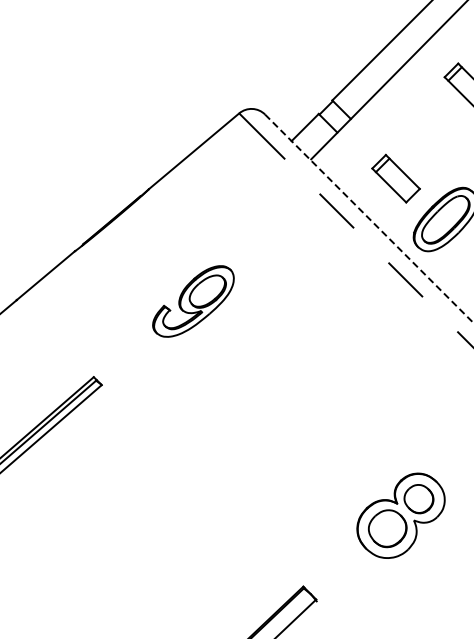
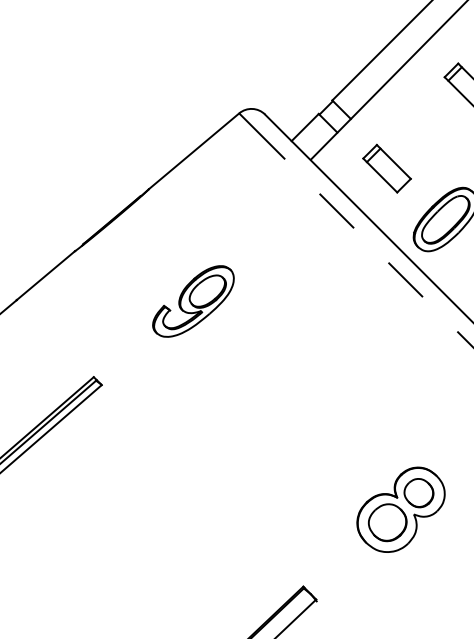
part at (395, 178) position: (395, 178) -> (386, 168)
line at (369, 219): dashed -> solid
part at (400, 515) position: (400, 515) -> (400, 509)
